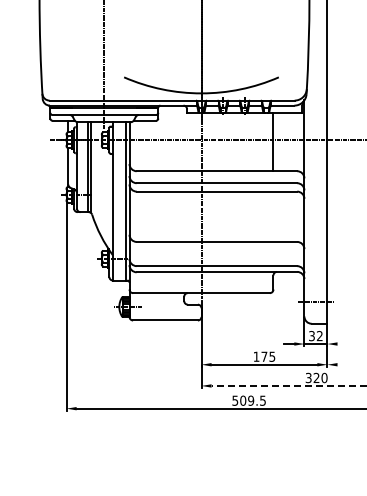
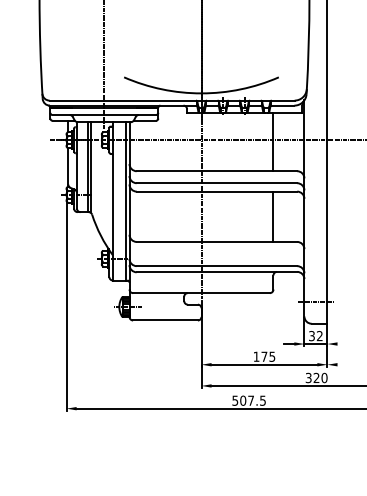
line at (273, 216): none -> present
line at (289, 385): dashed -> solid
text at (251, 400): 509.5 -> 507.5
